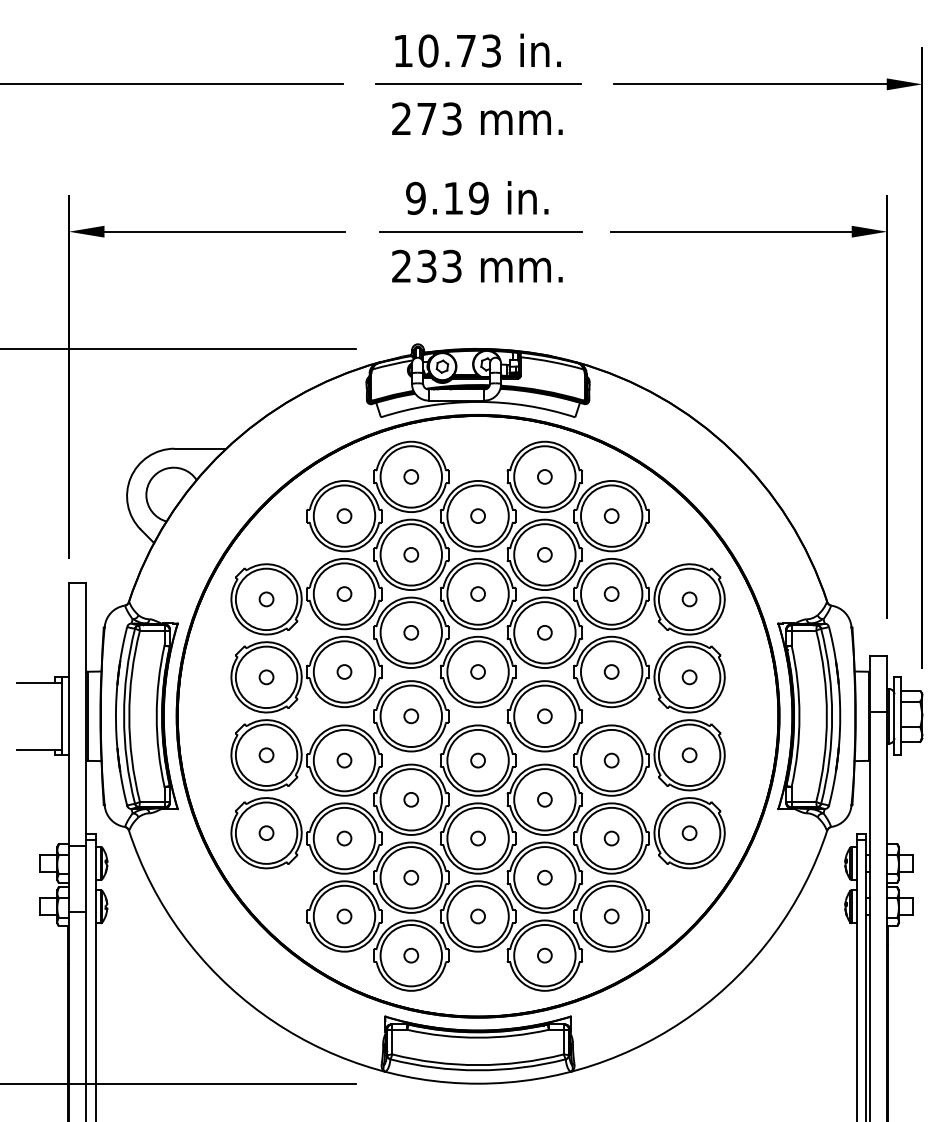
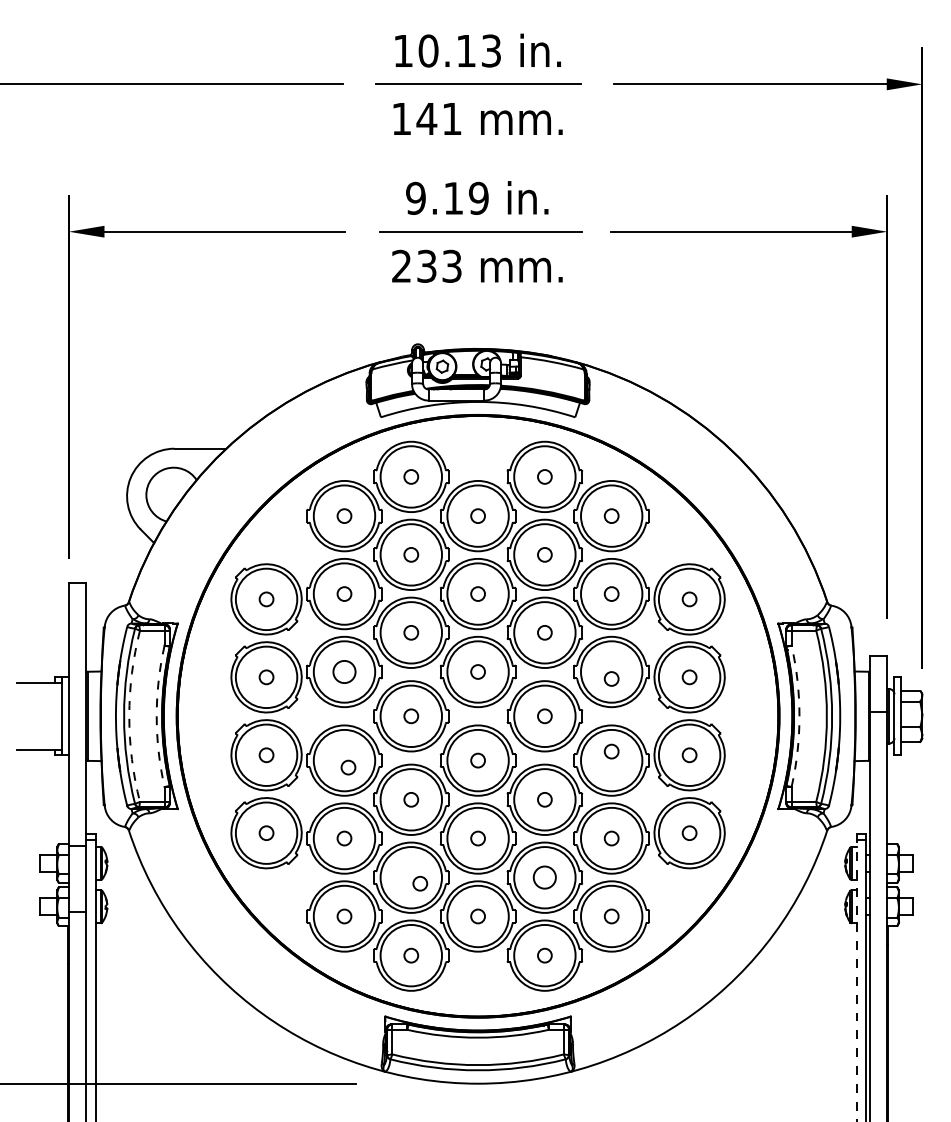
text at (466, 50): 10.73 -> 10.13
text at (426, 118): 273 -> 141
line at (178, 348): present -> none
circle at (344, 671) size: 17x16 px -> 25x24 px
circle at (611, 671) position: (611, 671) -> (611, 678)
arc at (129, 716): solid -> dashed
arc at (156, 716): solid -> dashed
arc at (799, 716): solid -> dashed
circle at (344, 760) position: (344, 760) -> (348, 767)
circle at (611, 760) position: (611, 760) -> (611, 751)
circle at (411, 877) position: (411, 877) -> (420, 883)
circle at (544, 877) size: 16x16 px -> 25x25 px
line at (857, 978): solid -> dashed
